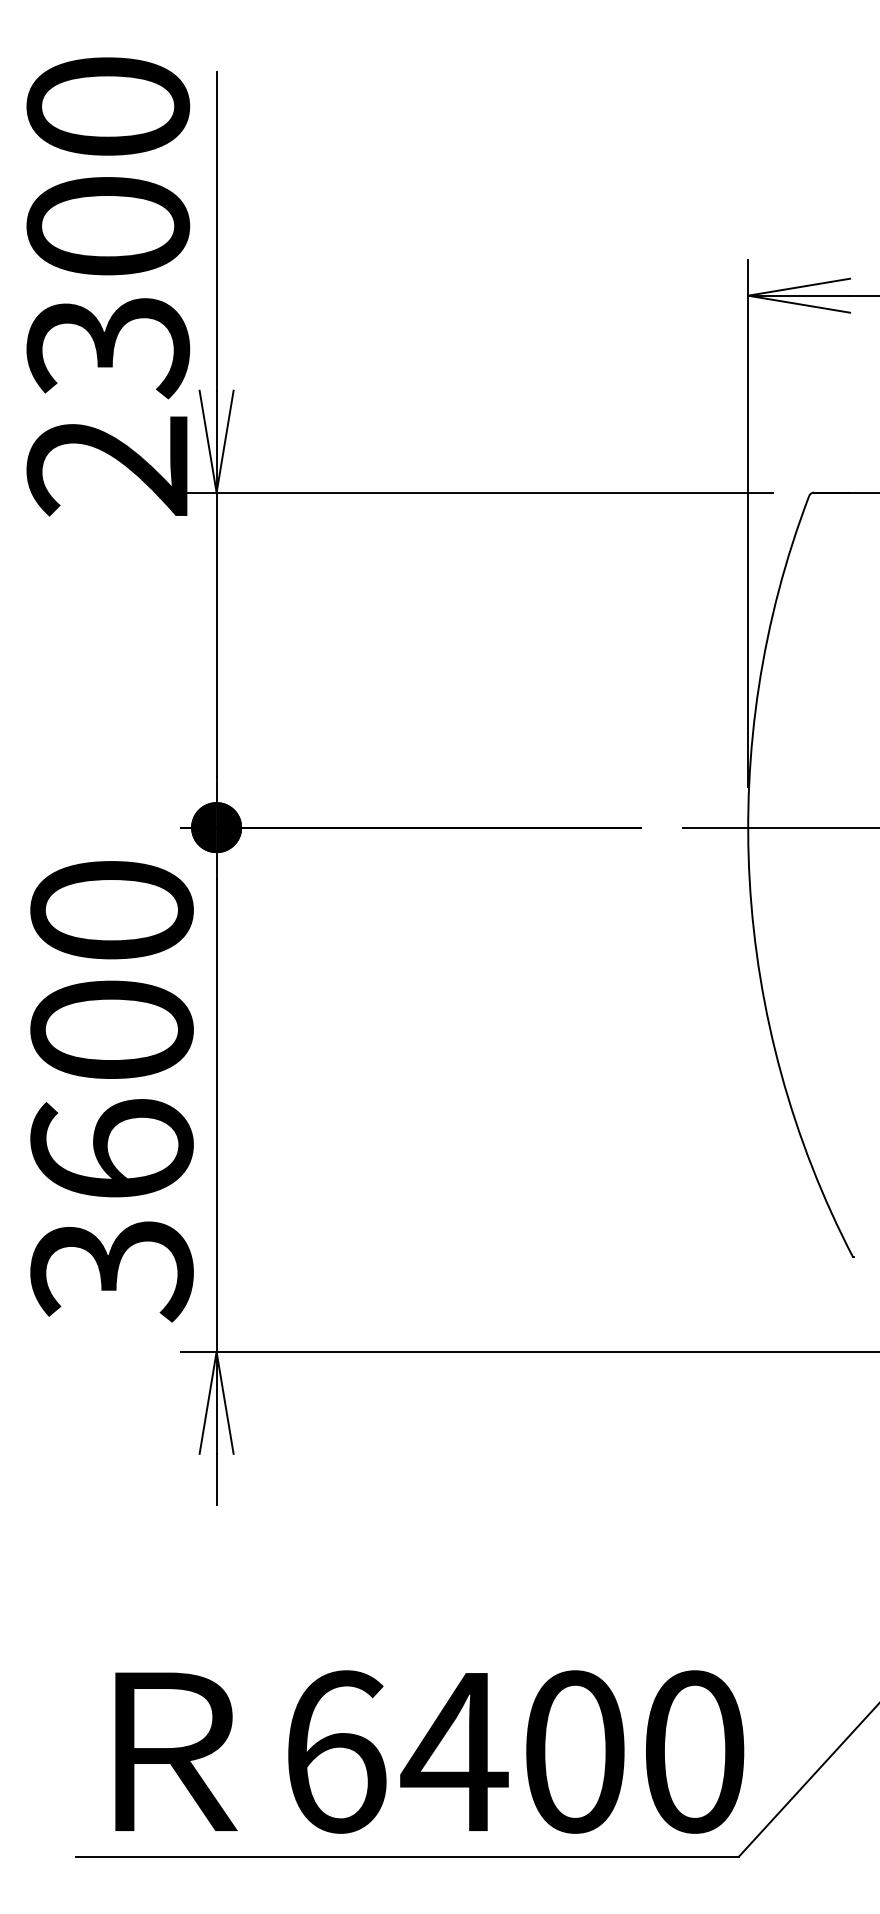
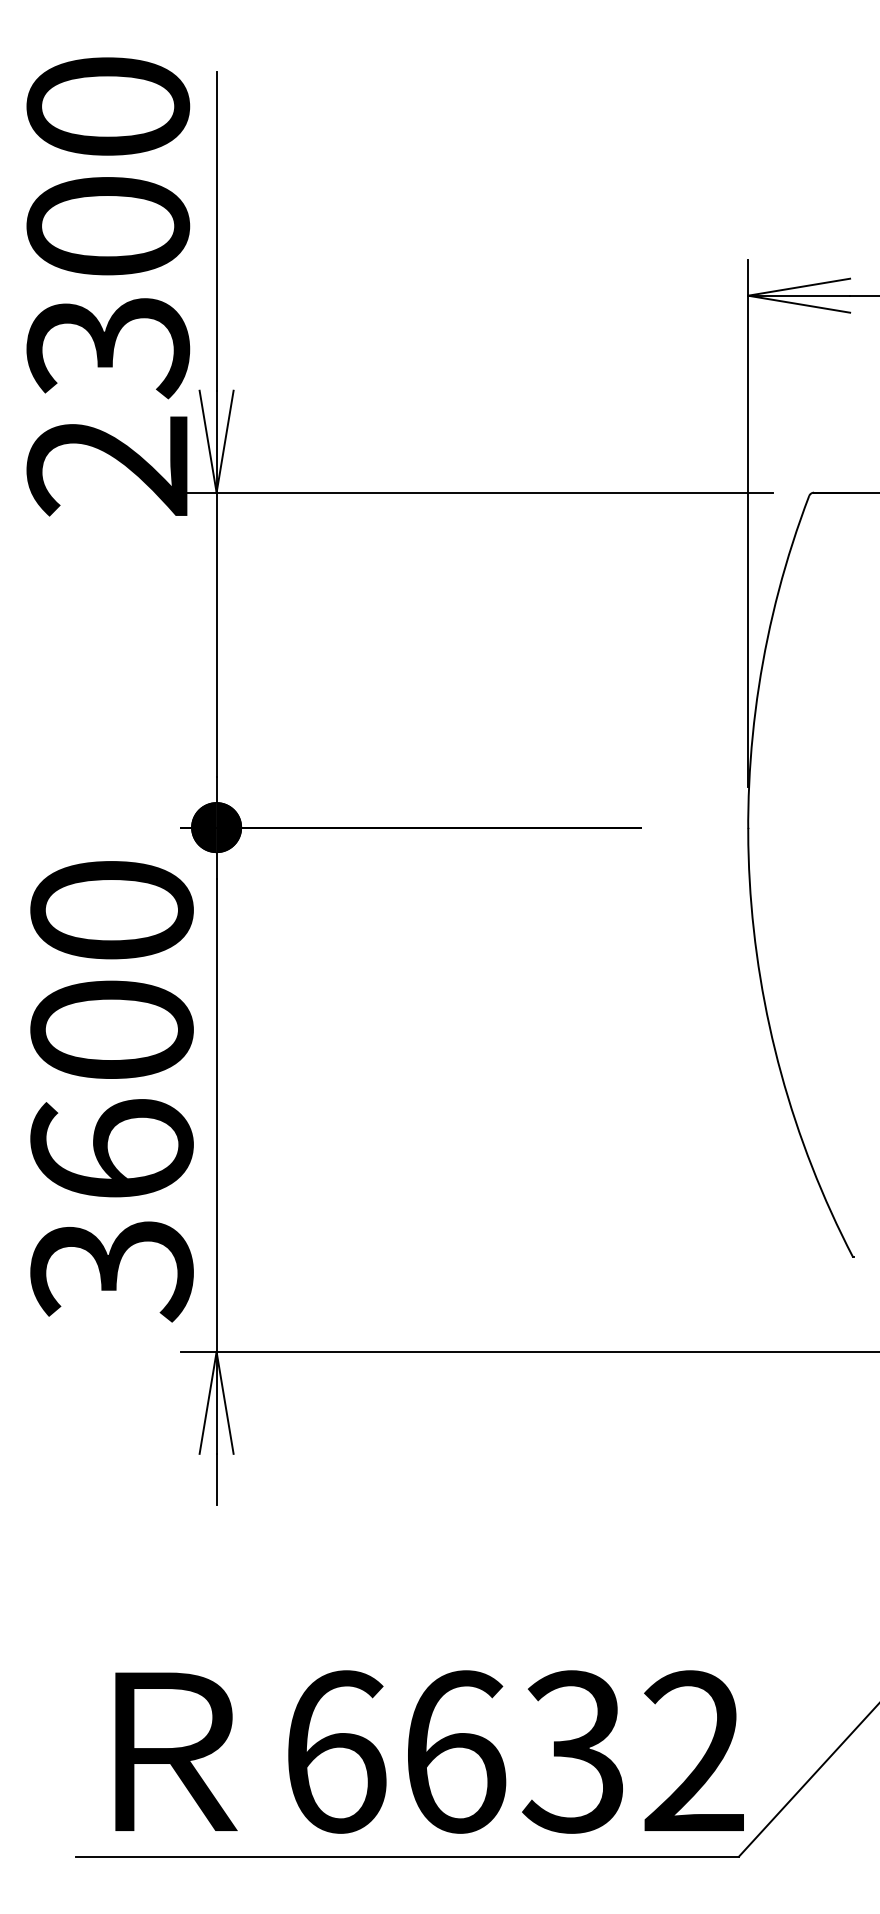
line at (778, 827): present -> none
text at (572, 1751): 6400 -> 6632
